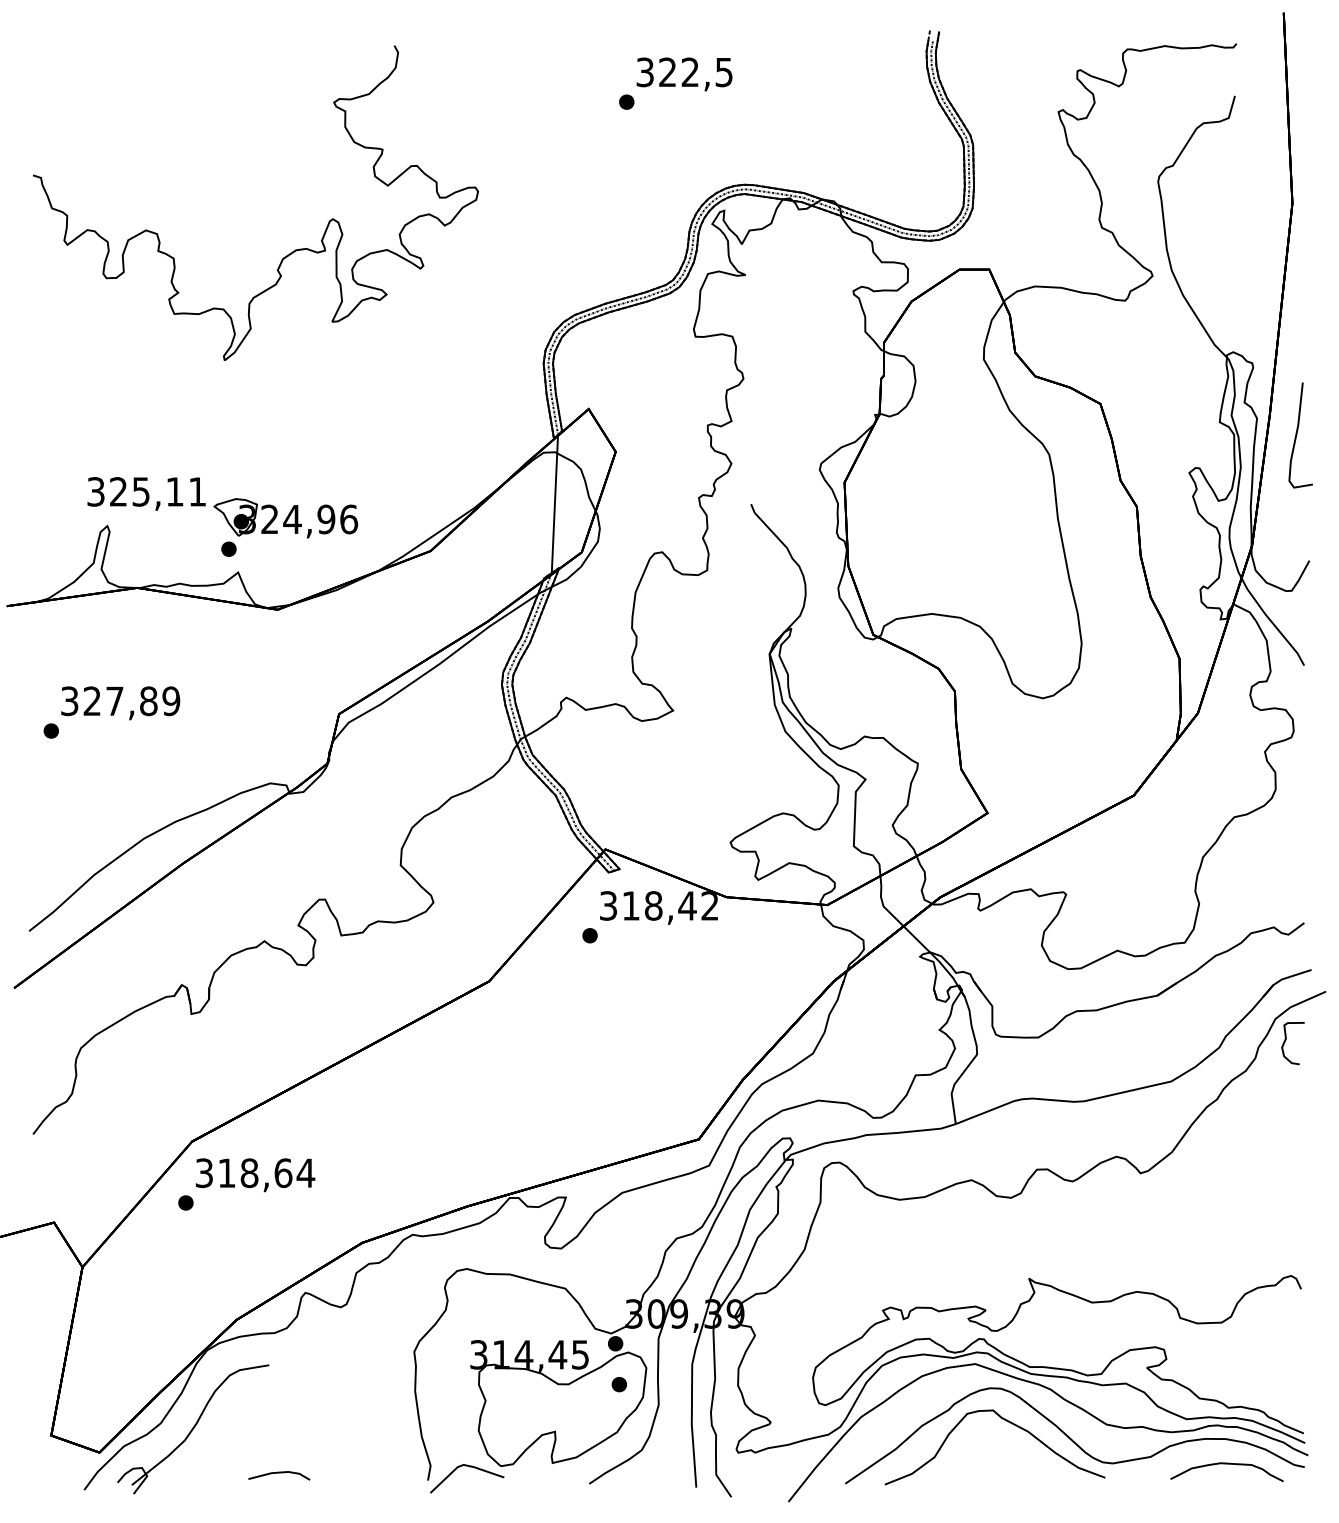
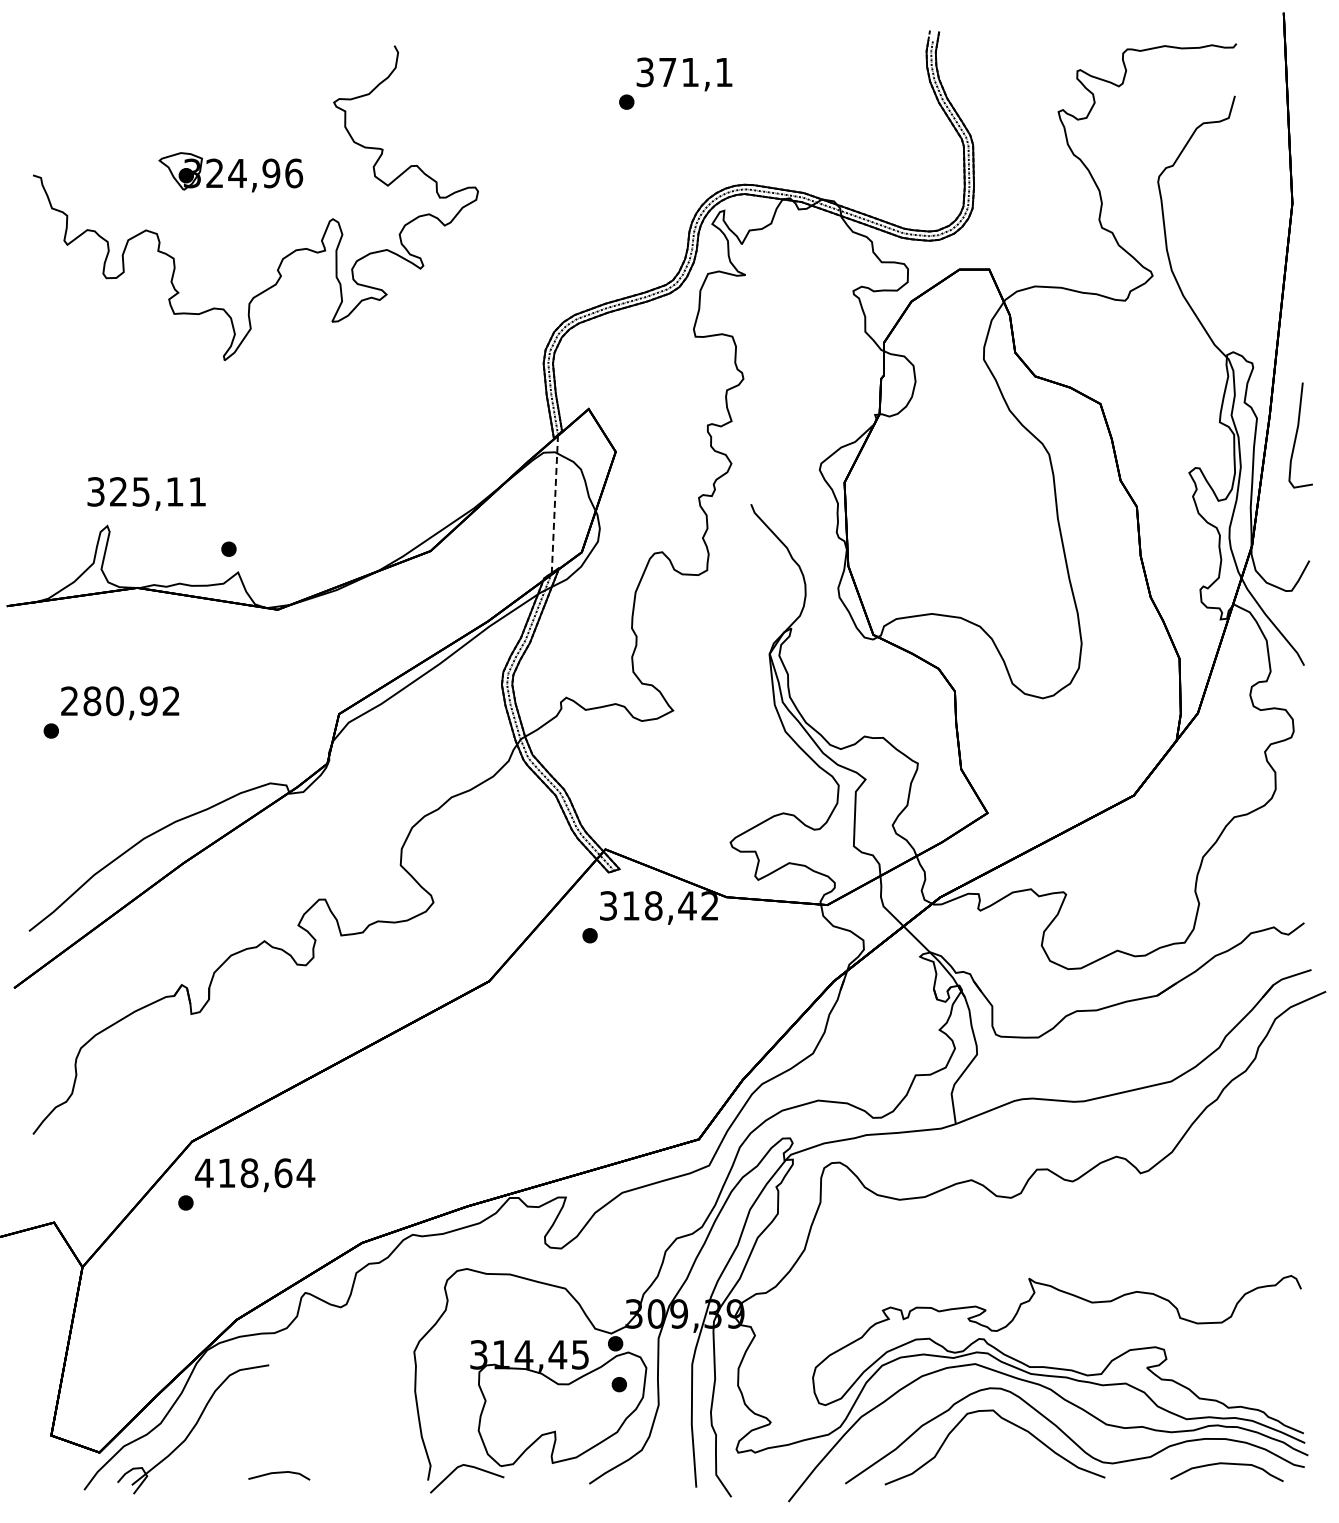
text at (695, 72): 322,5 -> 371,1
line at (554, 504): solid -> dashed
part at (285, 518) position: (285, 518) -> (230, 172)
text at (120, 701): 327,89 -> 280,92
curve at (1286, 1040): present -> none
text at (204, 1173): 318,64 -> 418,64
